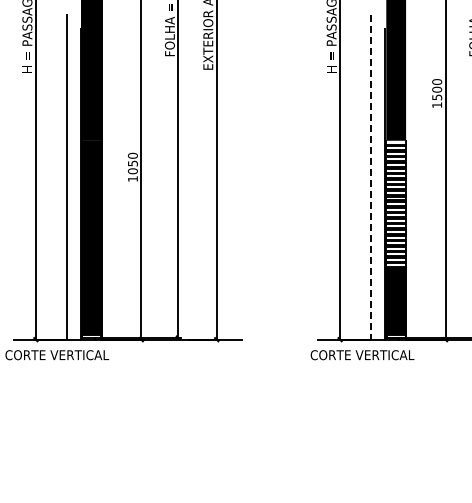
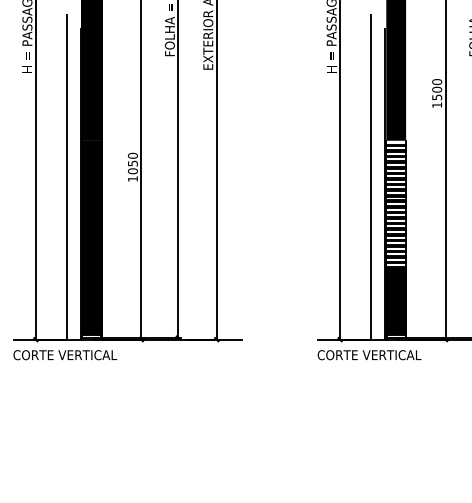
line at (371, 178): dashed -> solid
text at (57, 355) position: (57, 355) -> (65, 355)
text at (362, 355) position: (362, 355) -> (369, 355)
